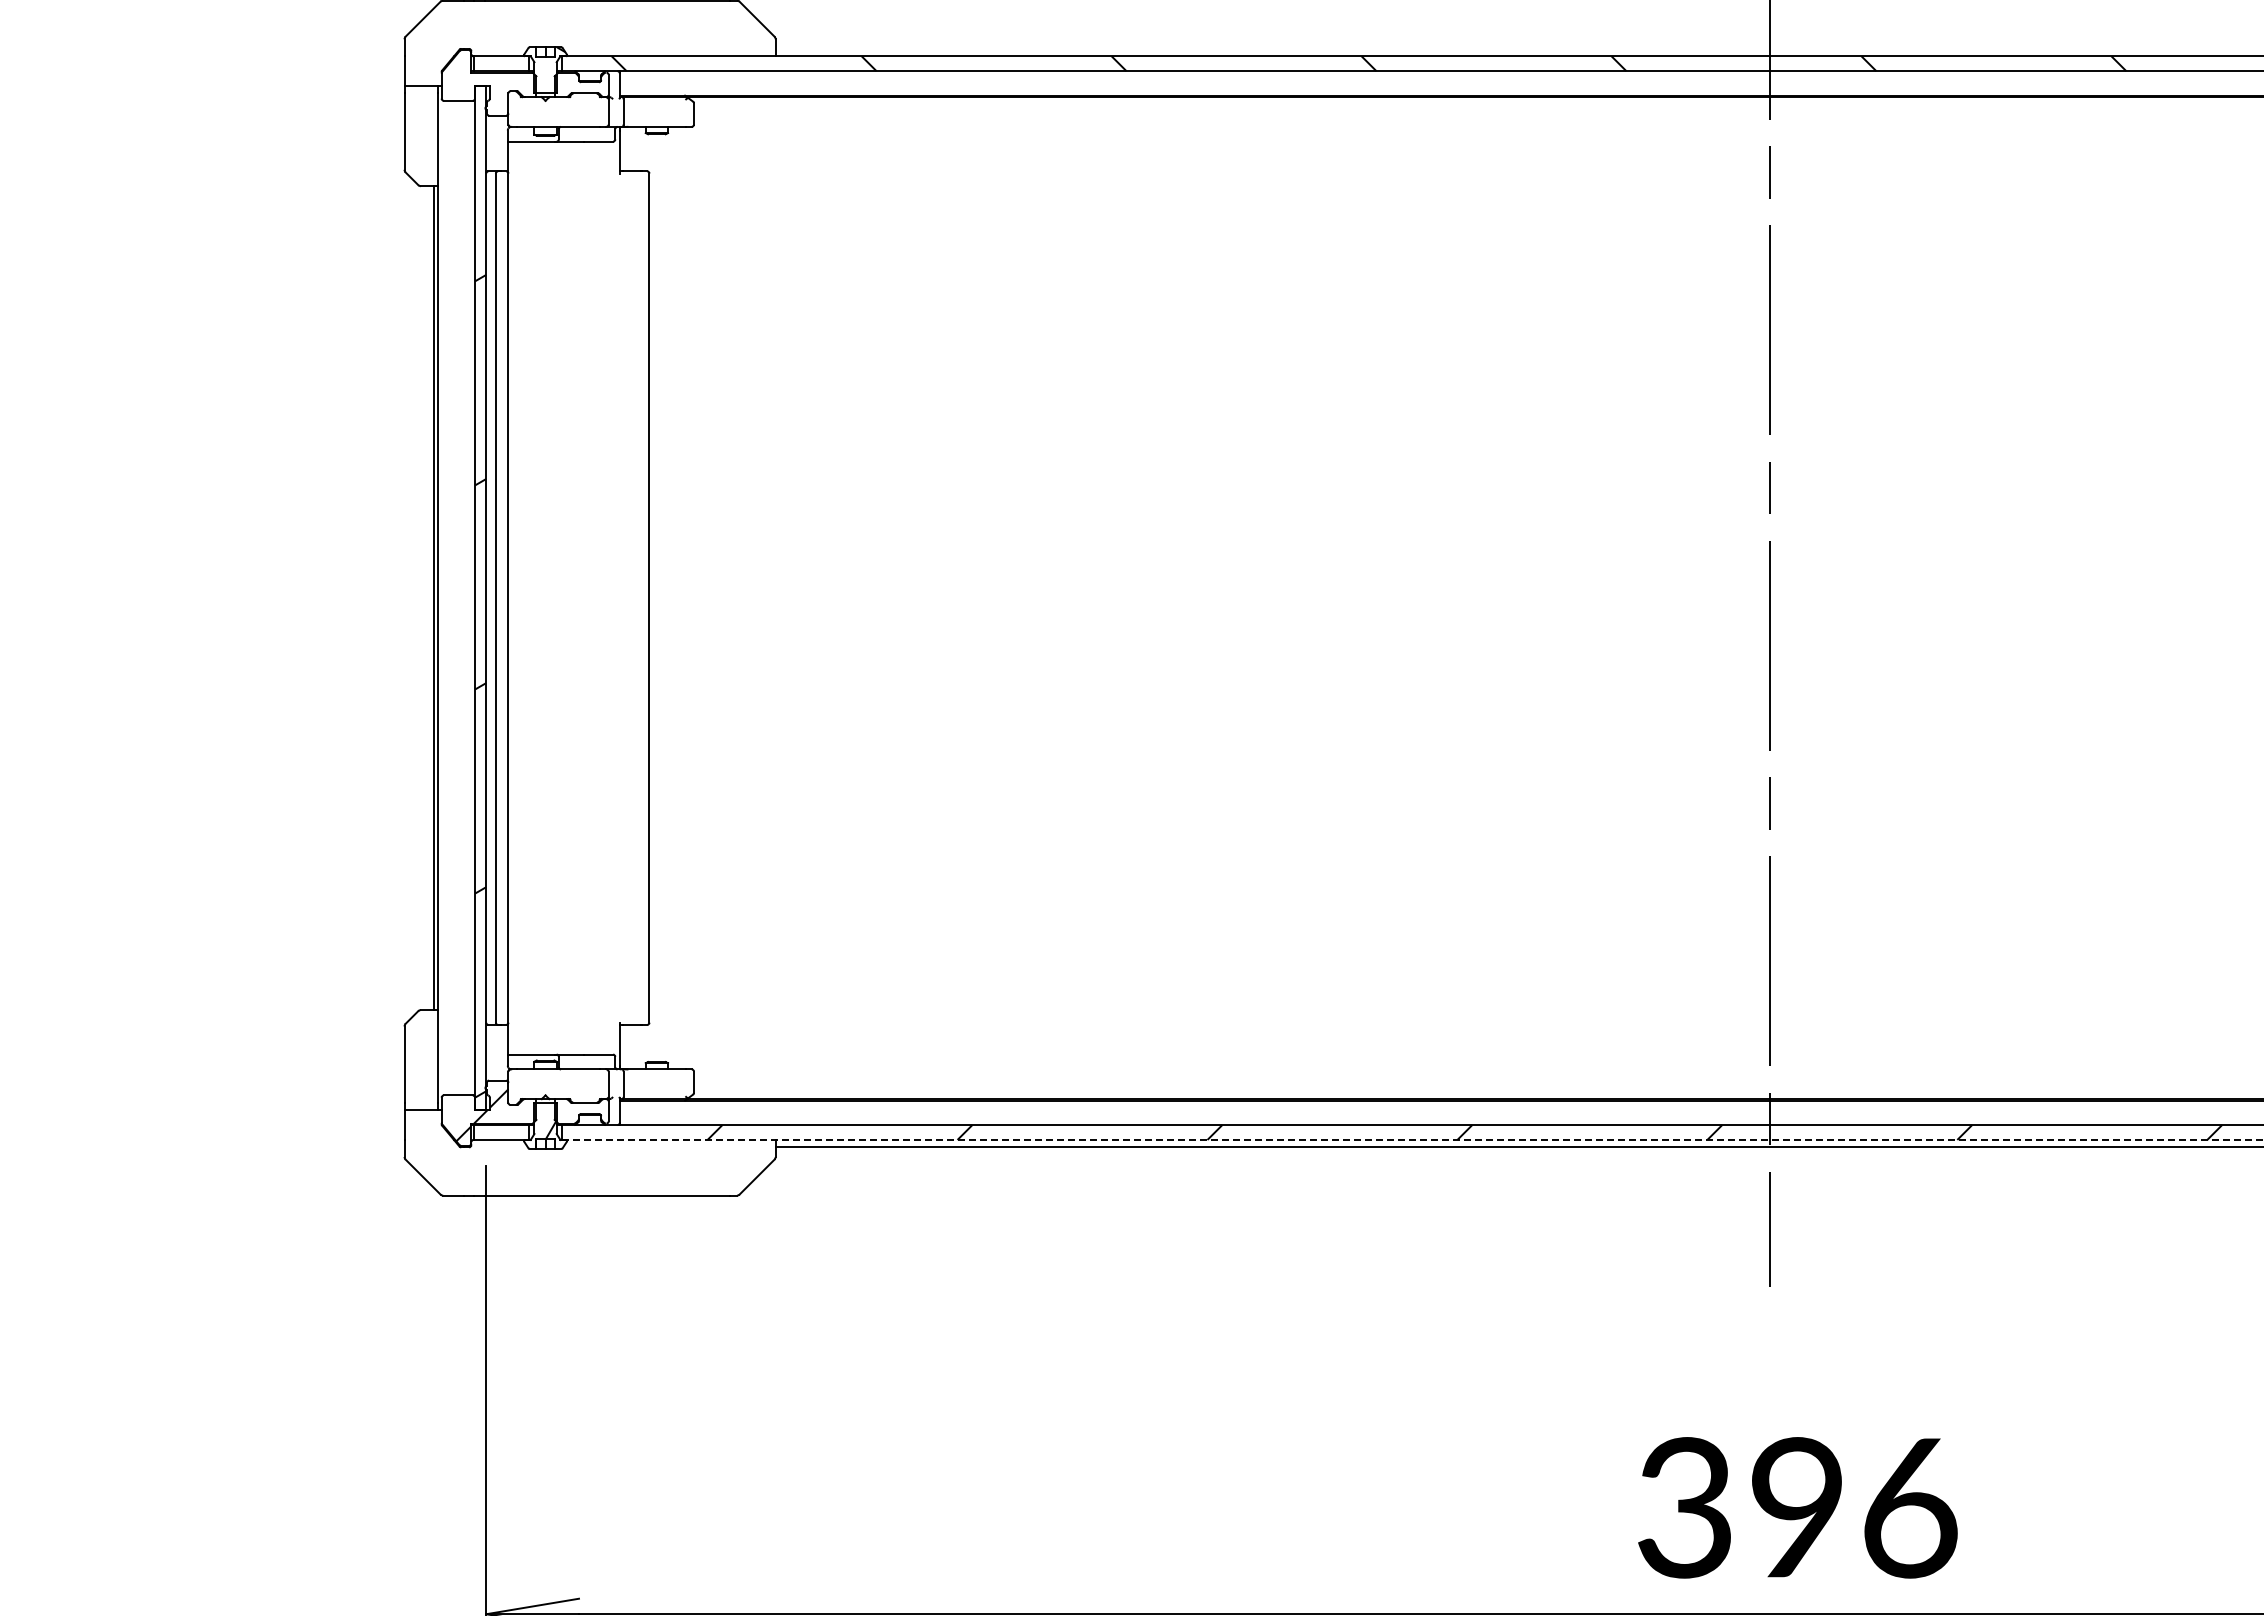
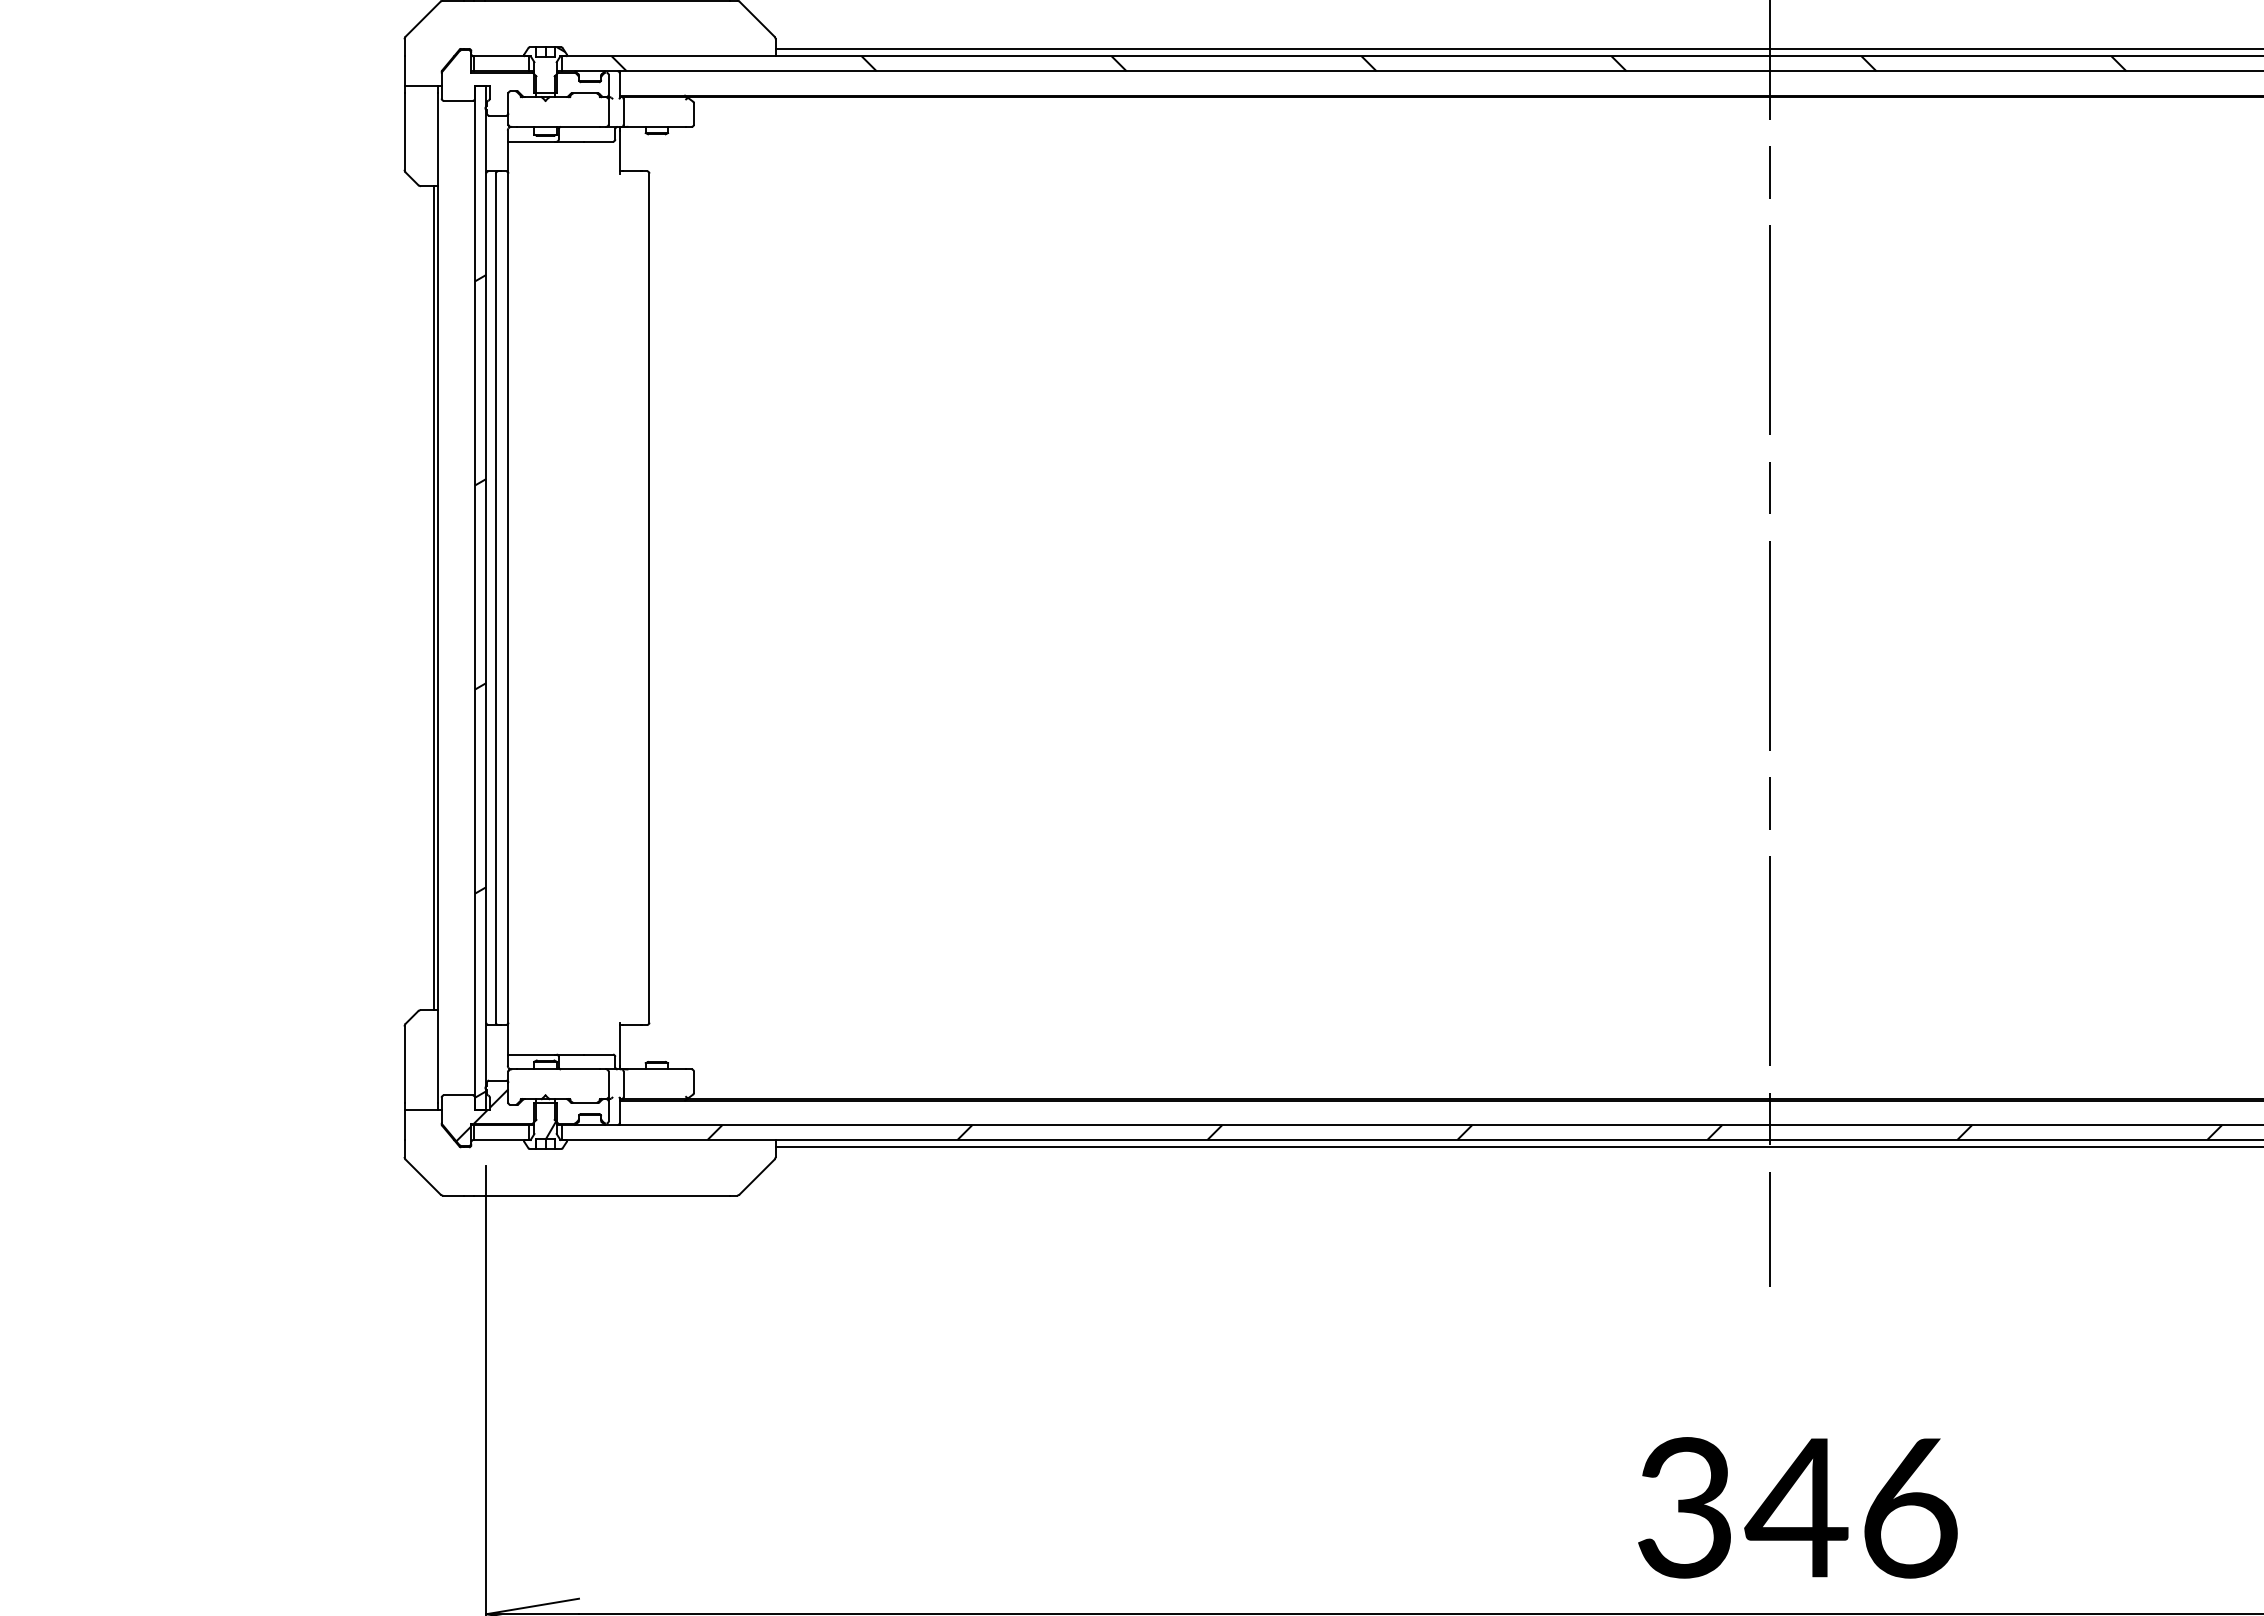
line at (1517, 48): none -> present
line at (1413, 1139): dashed -> solid
text at (1796, 1507): 396 -> 346
